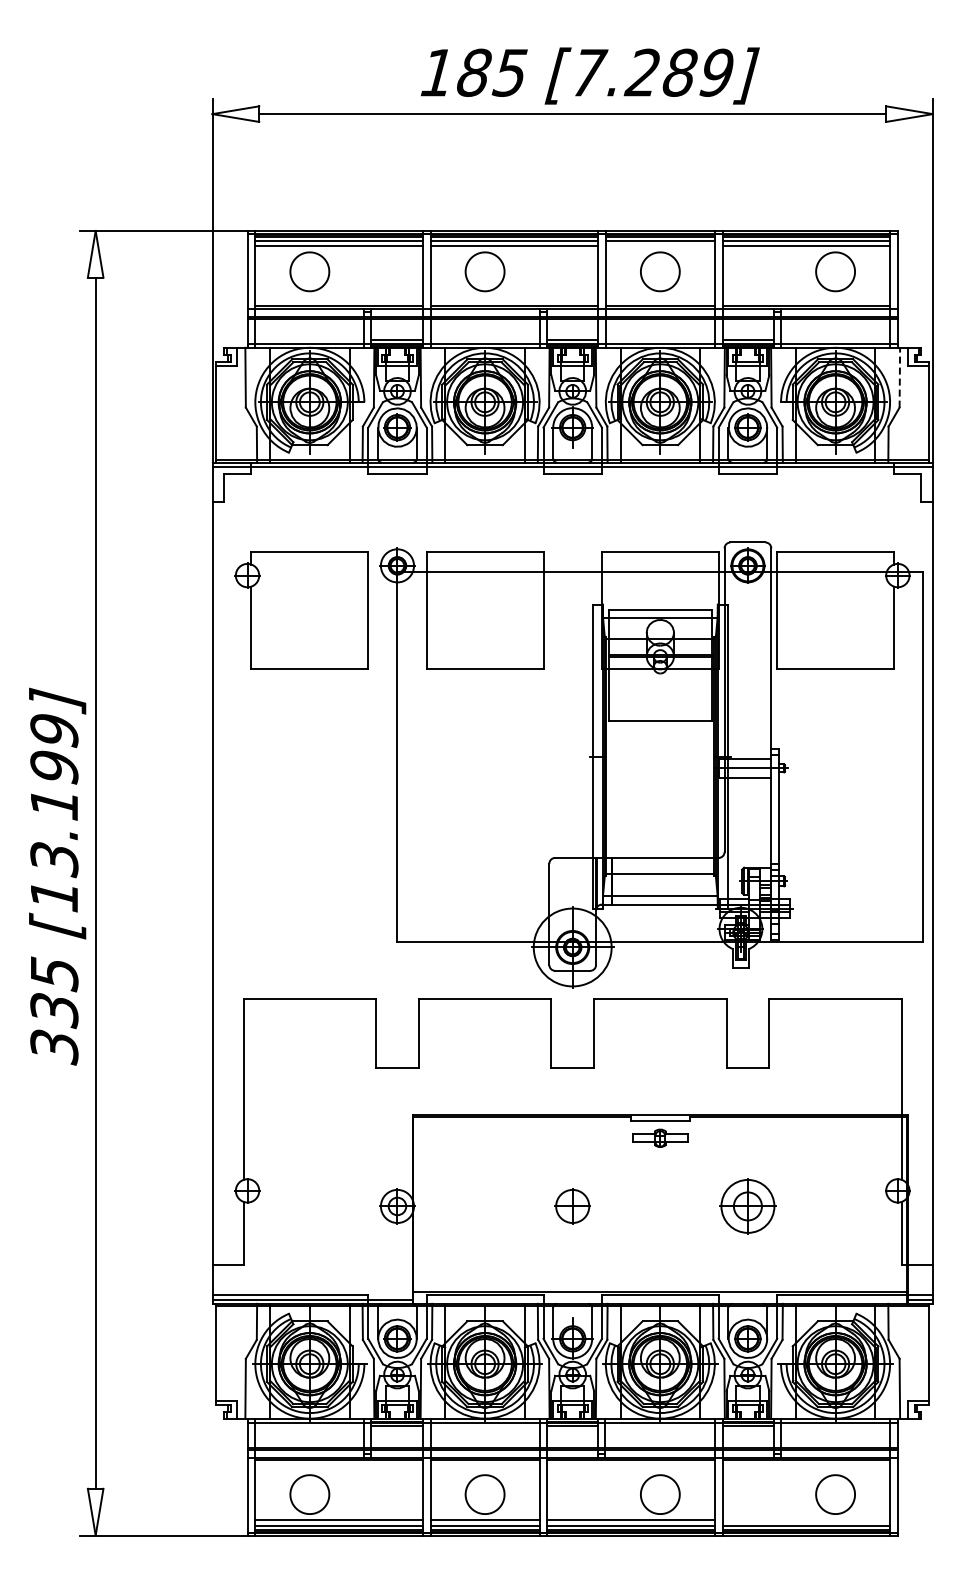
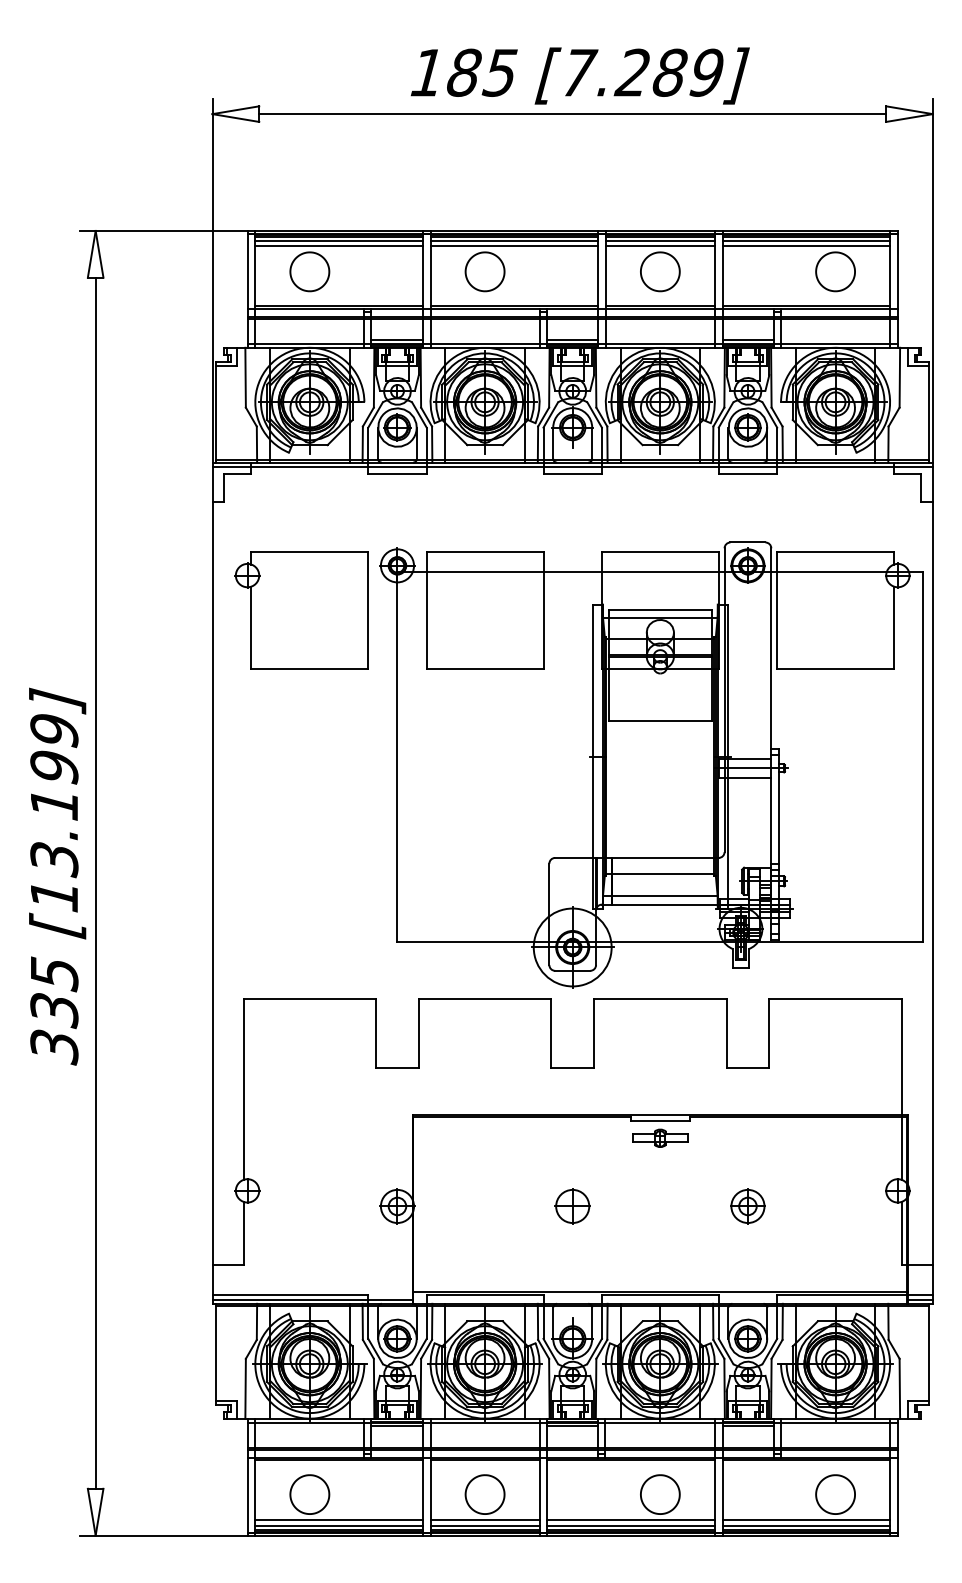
text at (589, 75) position: (589, 75) -> (579, 75)
line at (659, 246): none -> present
line at (899, 377): dashed -> solid
part at (747, 1206) size: 58x57 px -> 36x37 px
line at (806, 1520): none -> present
